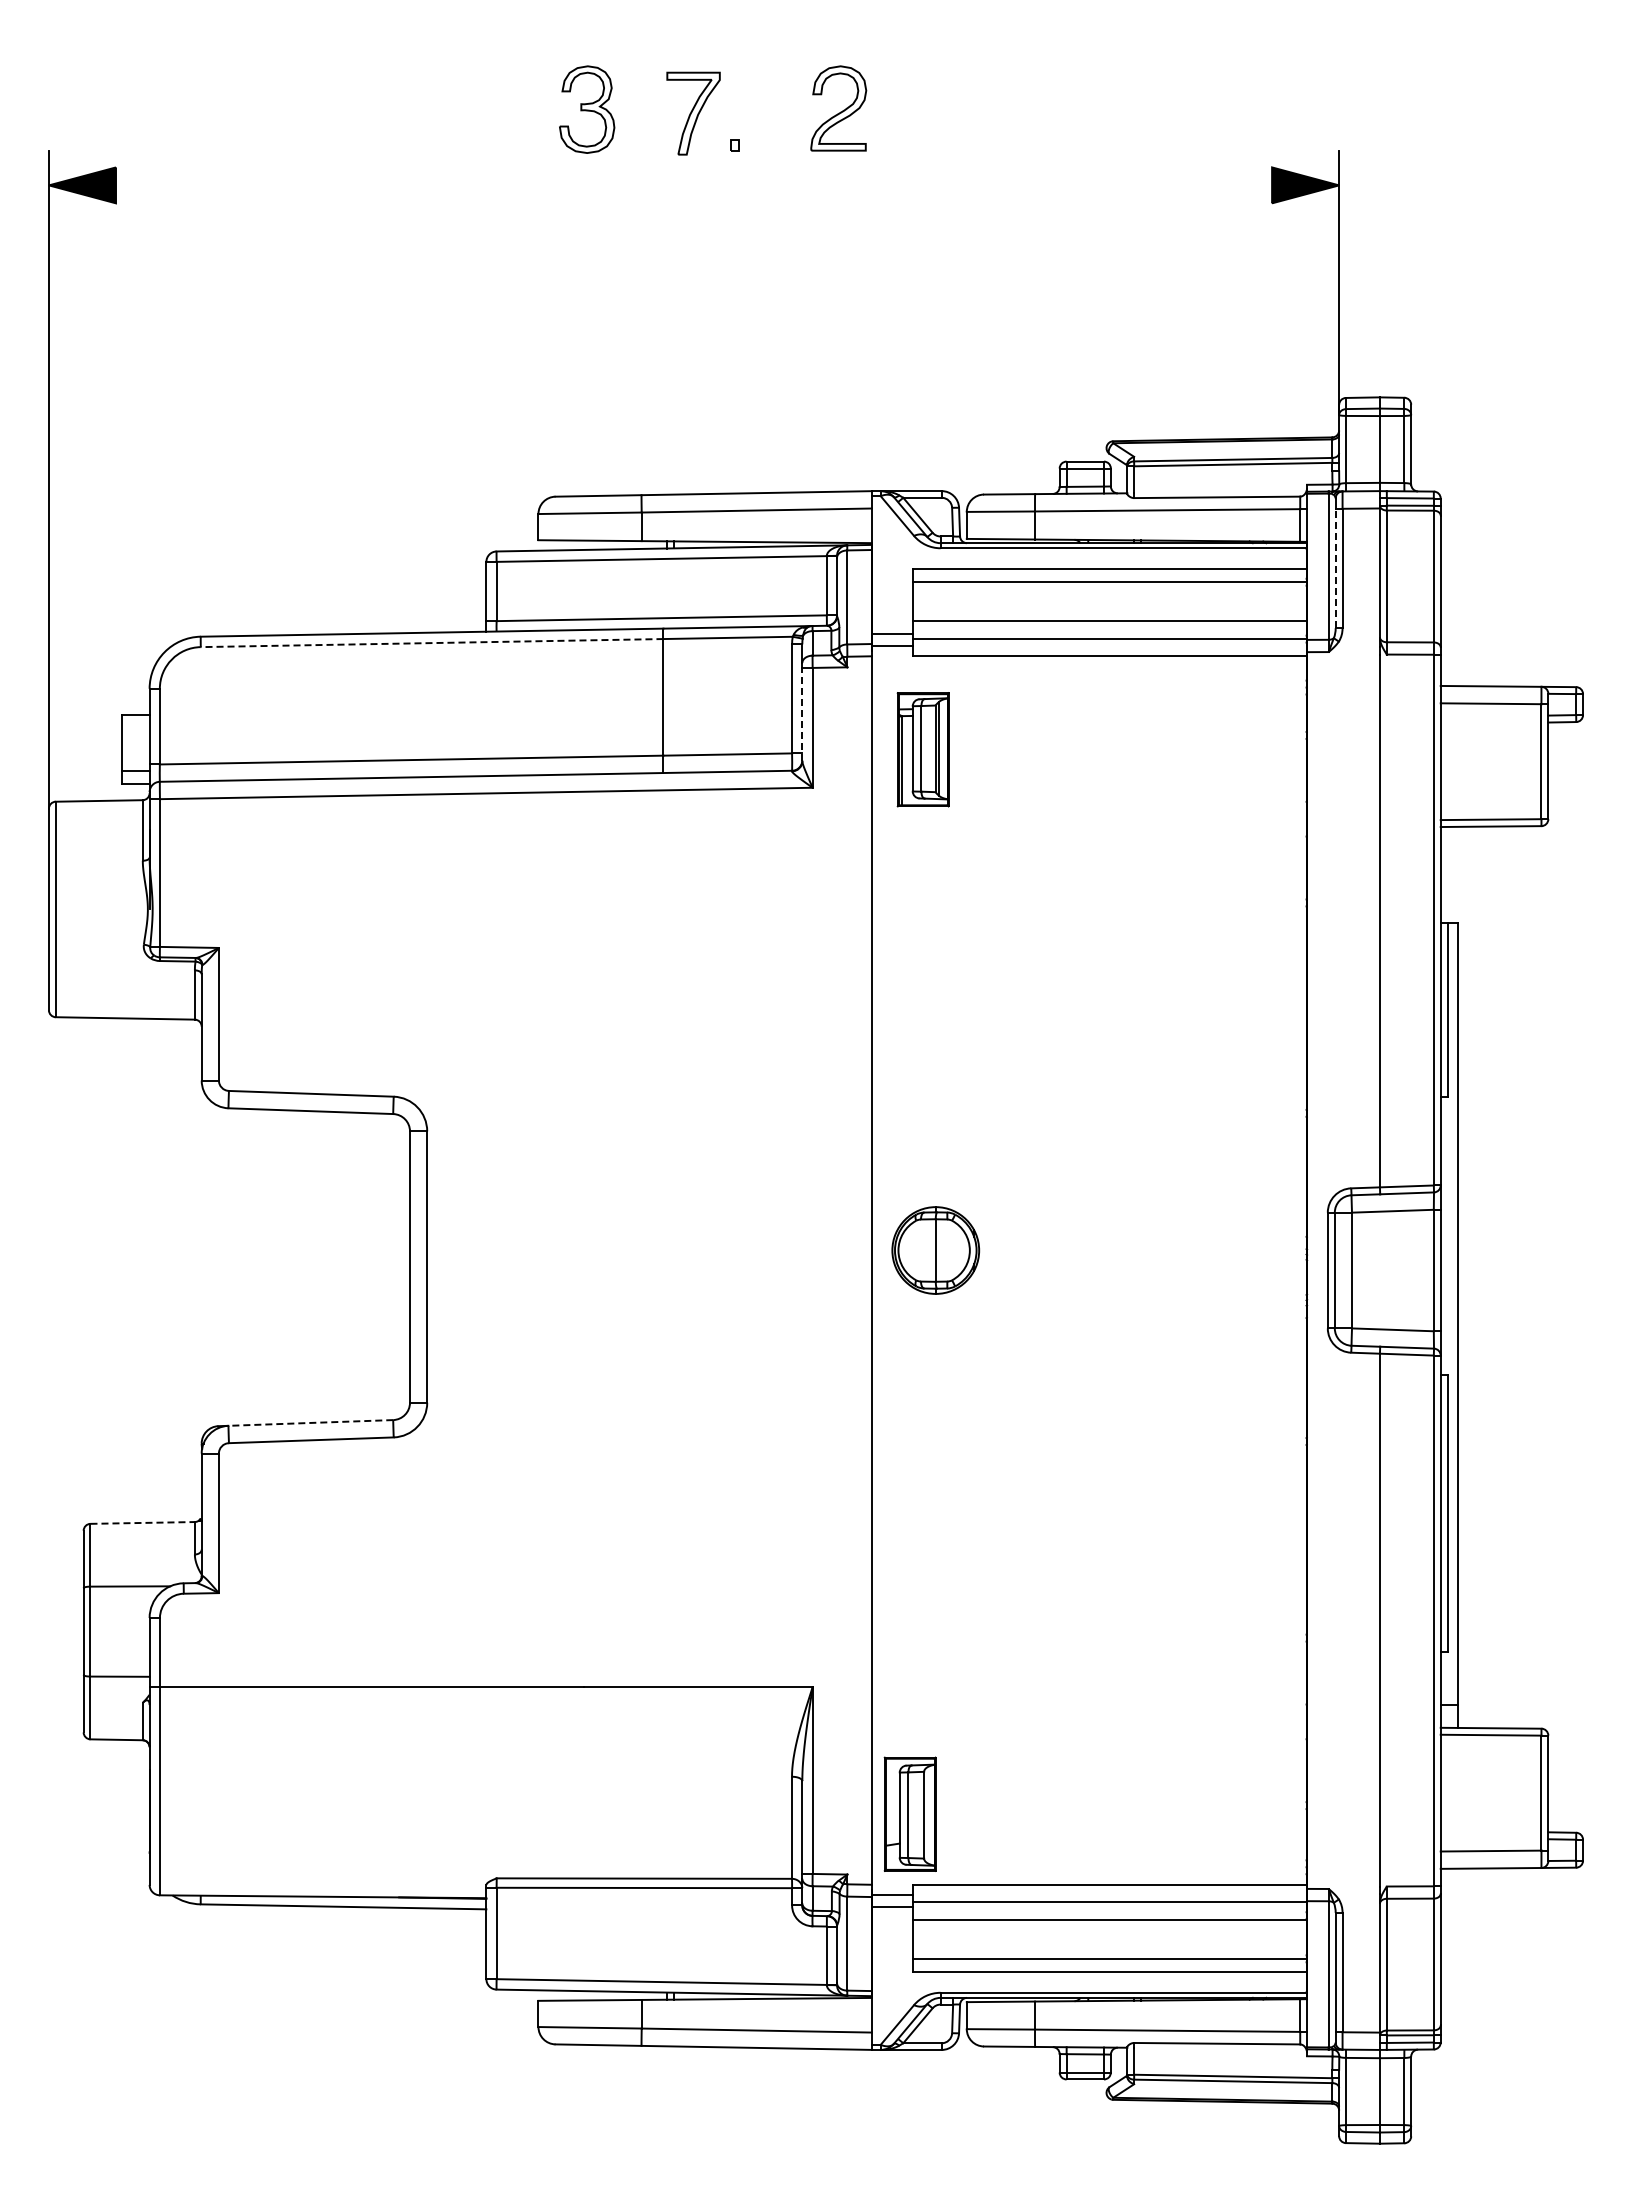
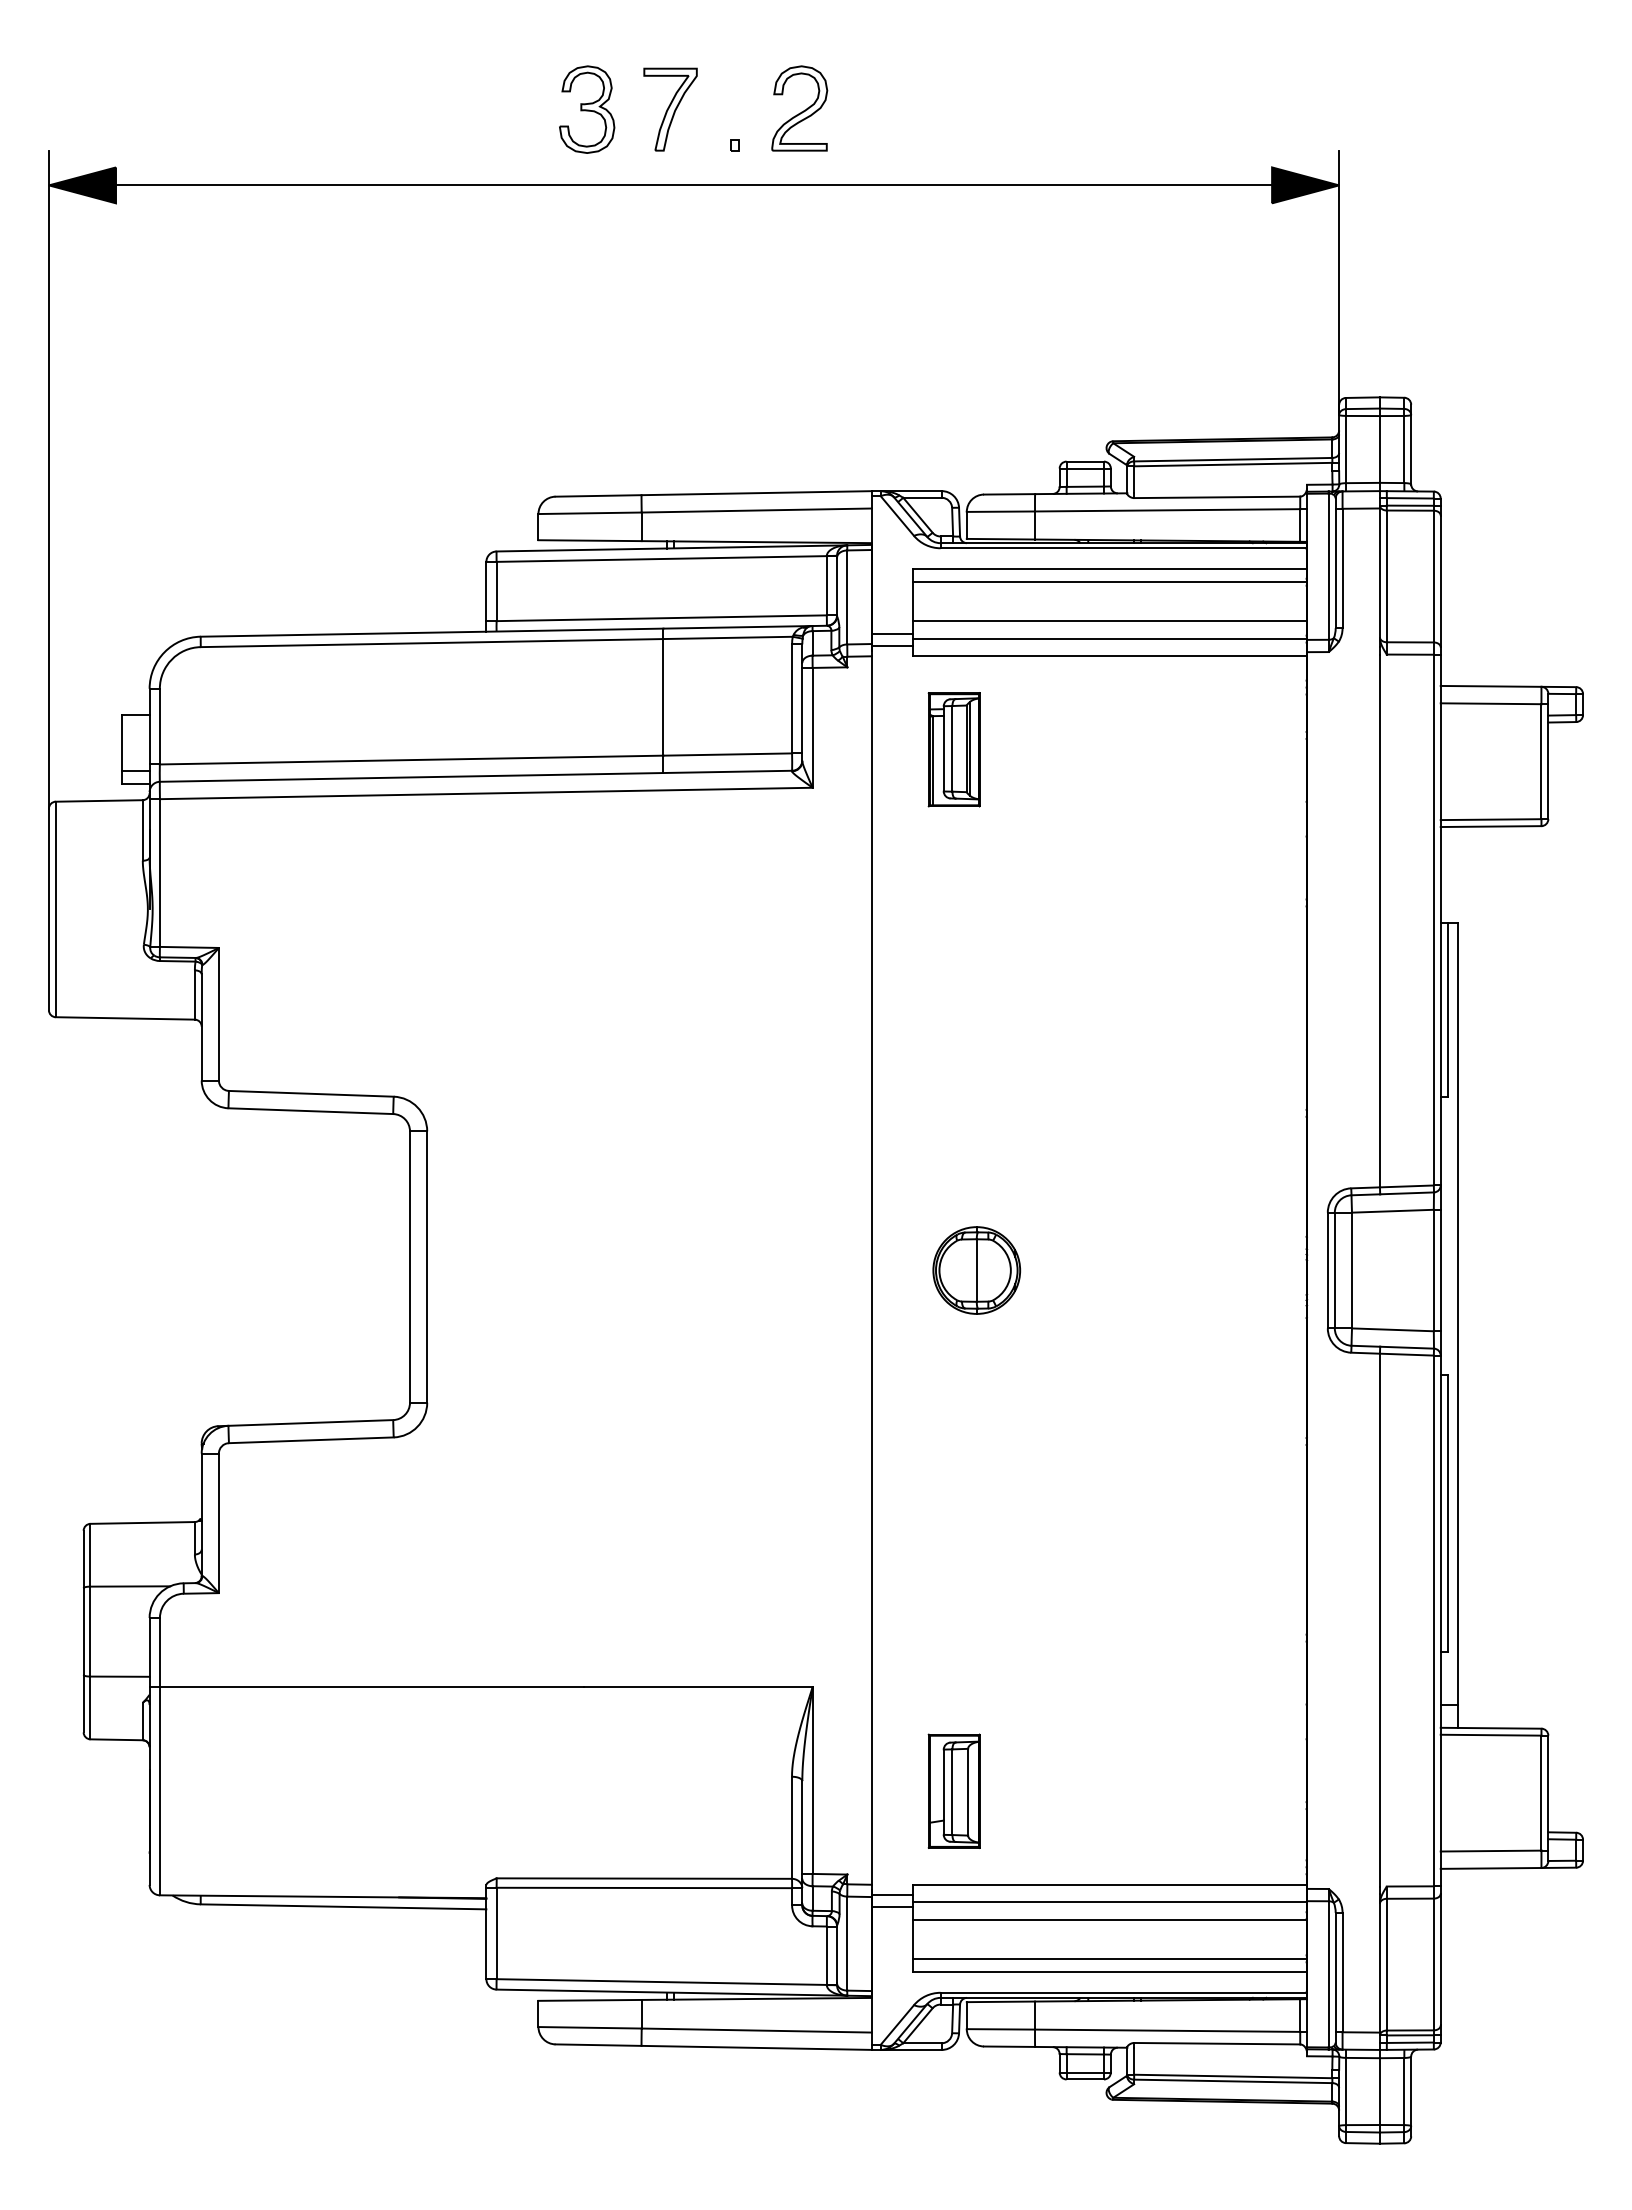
part at (838, 108) position: (838, 108) -> (799, 108)
part at (693, 113) position: (693, 113) -> (670, 109)
line at (694, 185): none -> present
line at (1335, 568): dashed -> solid
line at (431, 643): dashed -> solid
line at (802, 714): dashed -> solid
part at (922, 749) position: (922, 749) -> (953, 749)
part at (935, 1250) position: (935, 1250) -> (976, 1270)
line at (310, 1422): dashed -> solid
line at (143, 1522): dashed -> solid
part at (909, 1813) position: (909, 1813) -> (953, 1790)
